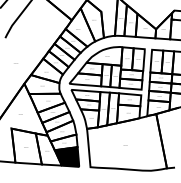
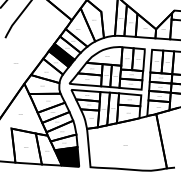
hatch at (61, 55): none -> present
